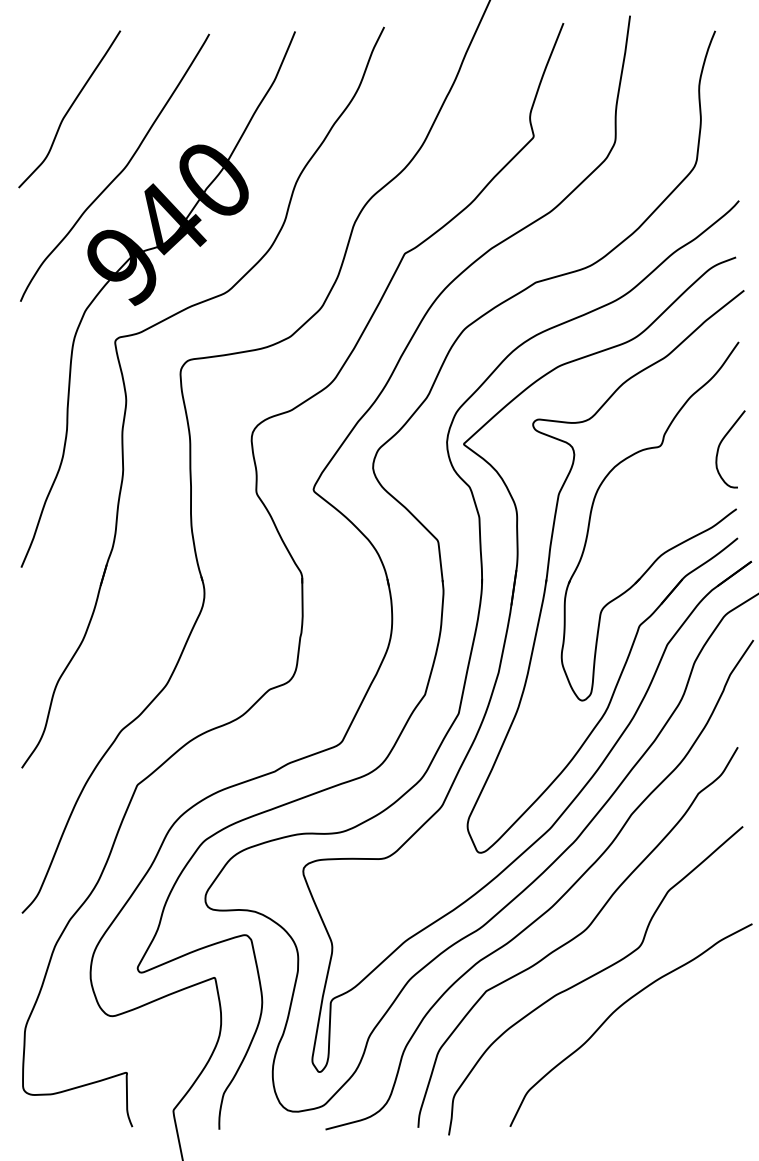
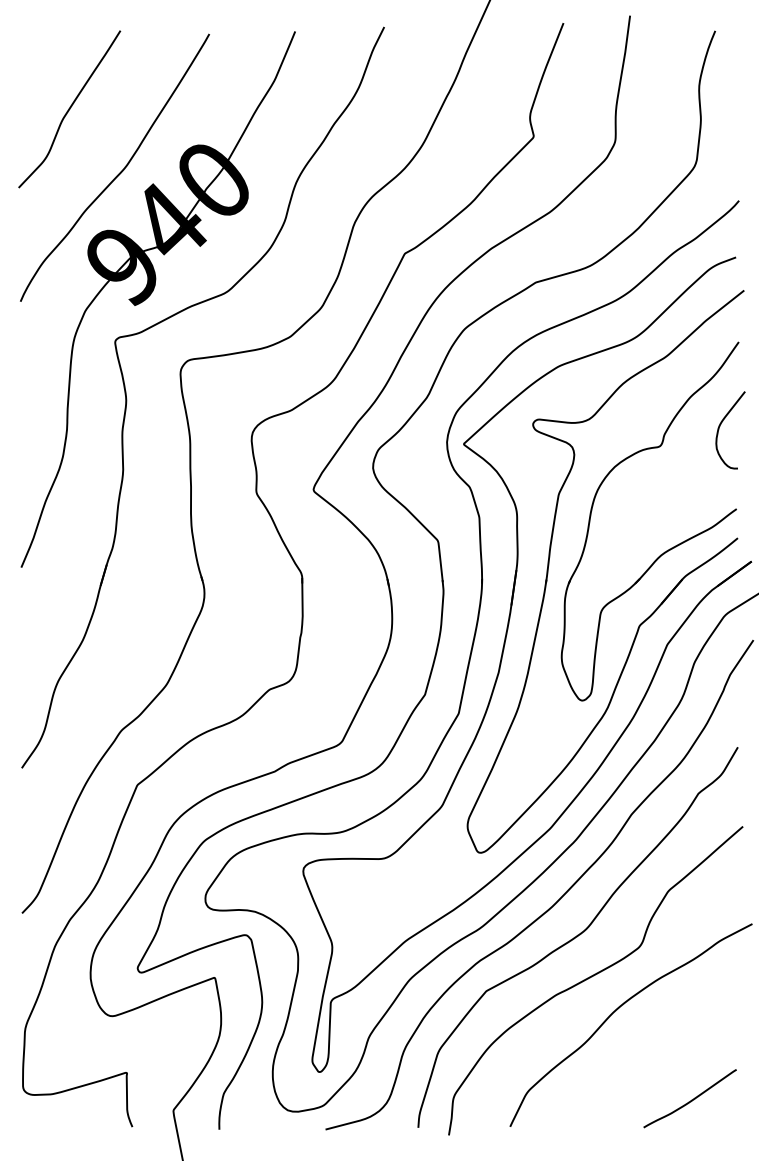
curve at (720, 445) position: (720, 445) -> (720, 426)
curve at (691, 1099): none -> present
